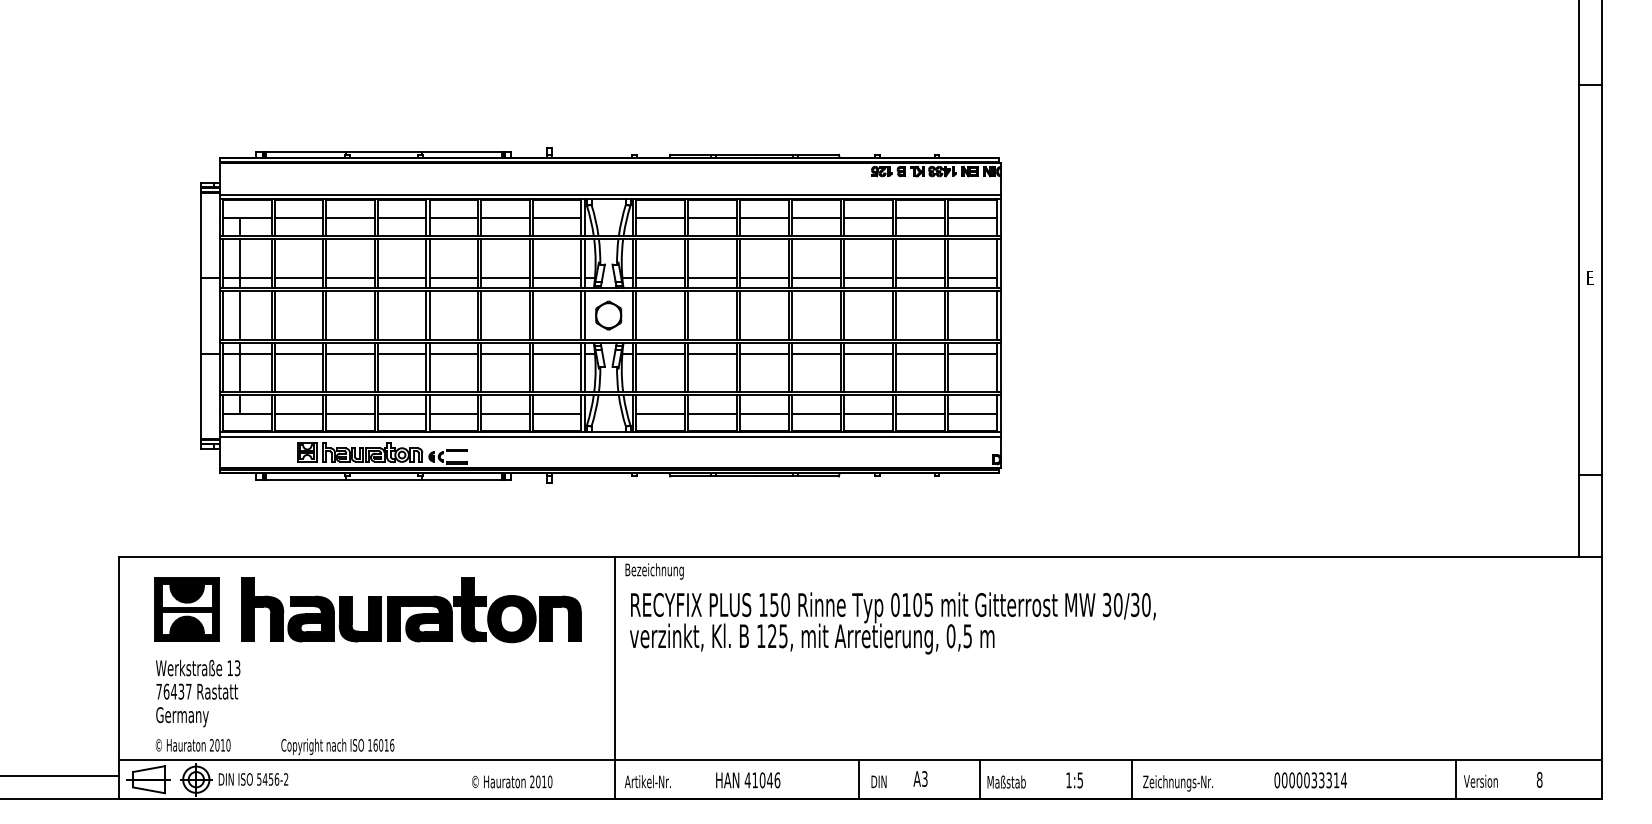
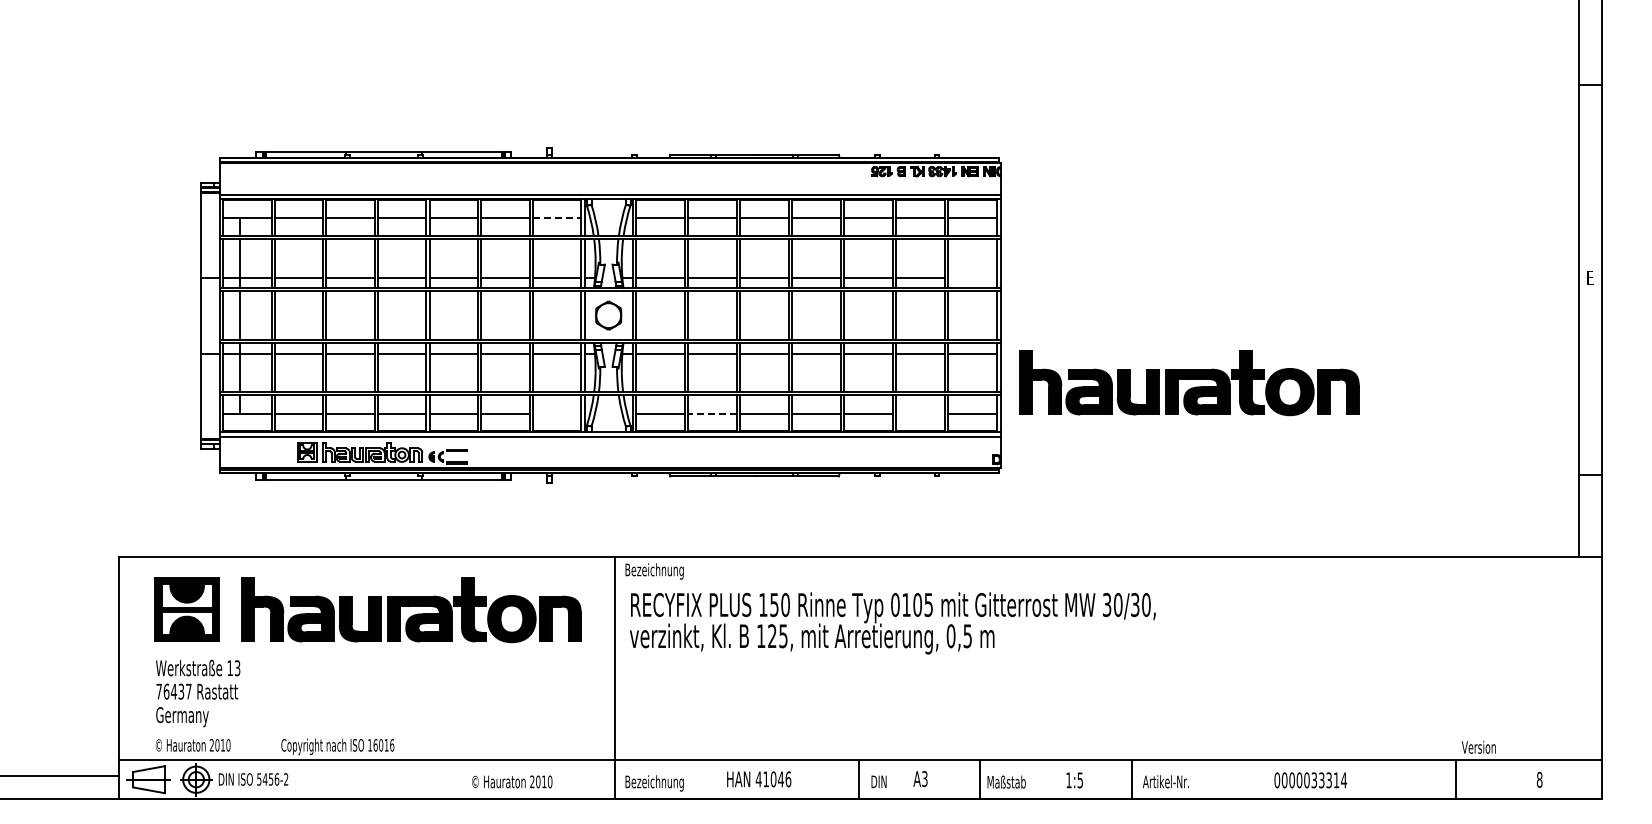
line at (557, 217): solid -> dashed
line at (972, 277): present -> none
part at (1189, 383): none -> present
line at (556, 413): present -> none
line at (712, 413): solid -> dashed
line at (920, 413): present -> none
text at (748, 780) position: (748, 780) -> (759, 779)
text at (1480, 780) position: (1480, 780) -> (1478, 746)
text at (653, 783): Artikel-Nr. -> Bezeichnung
text at (1177, 783): Zeichnungs-Nr. -> Artikel-Nr.
